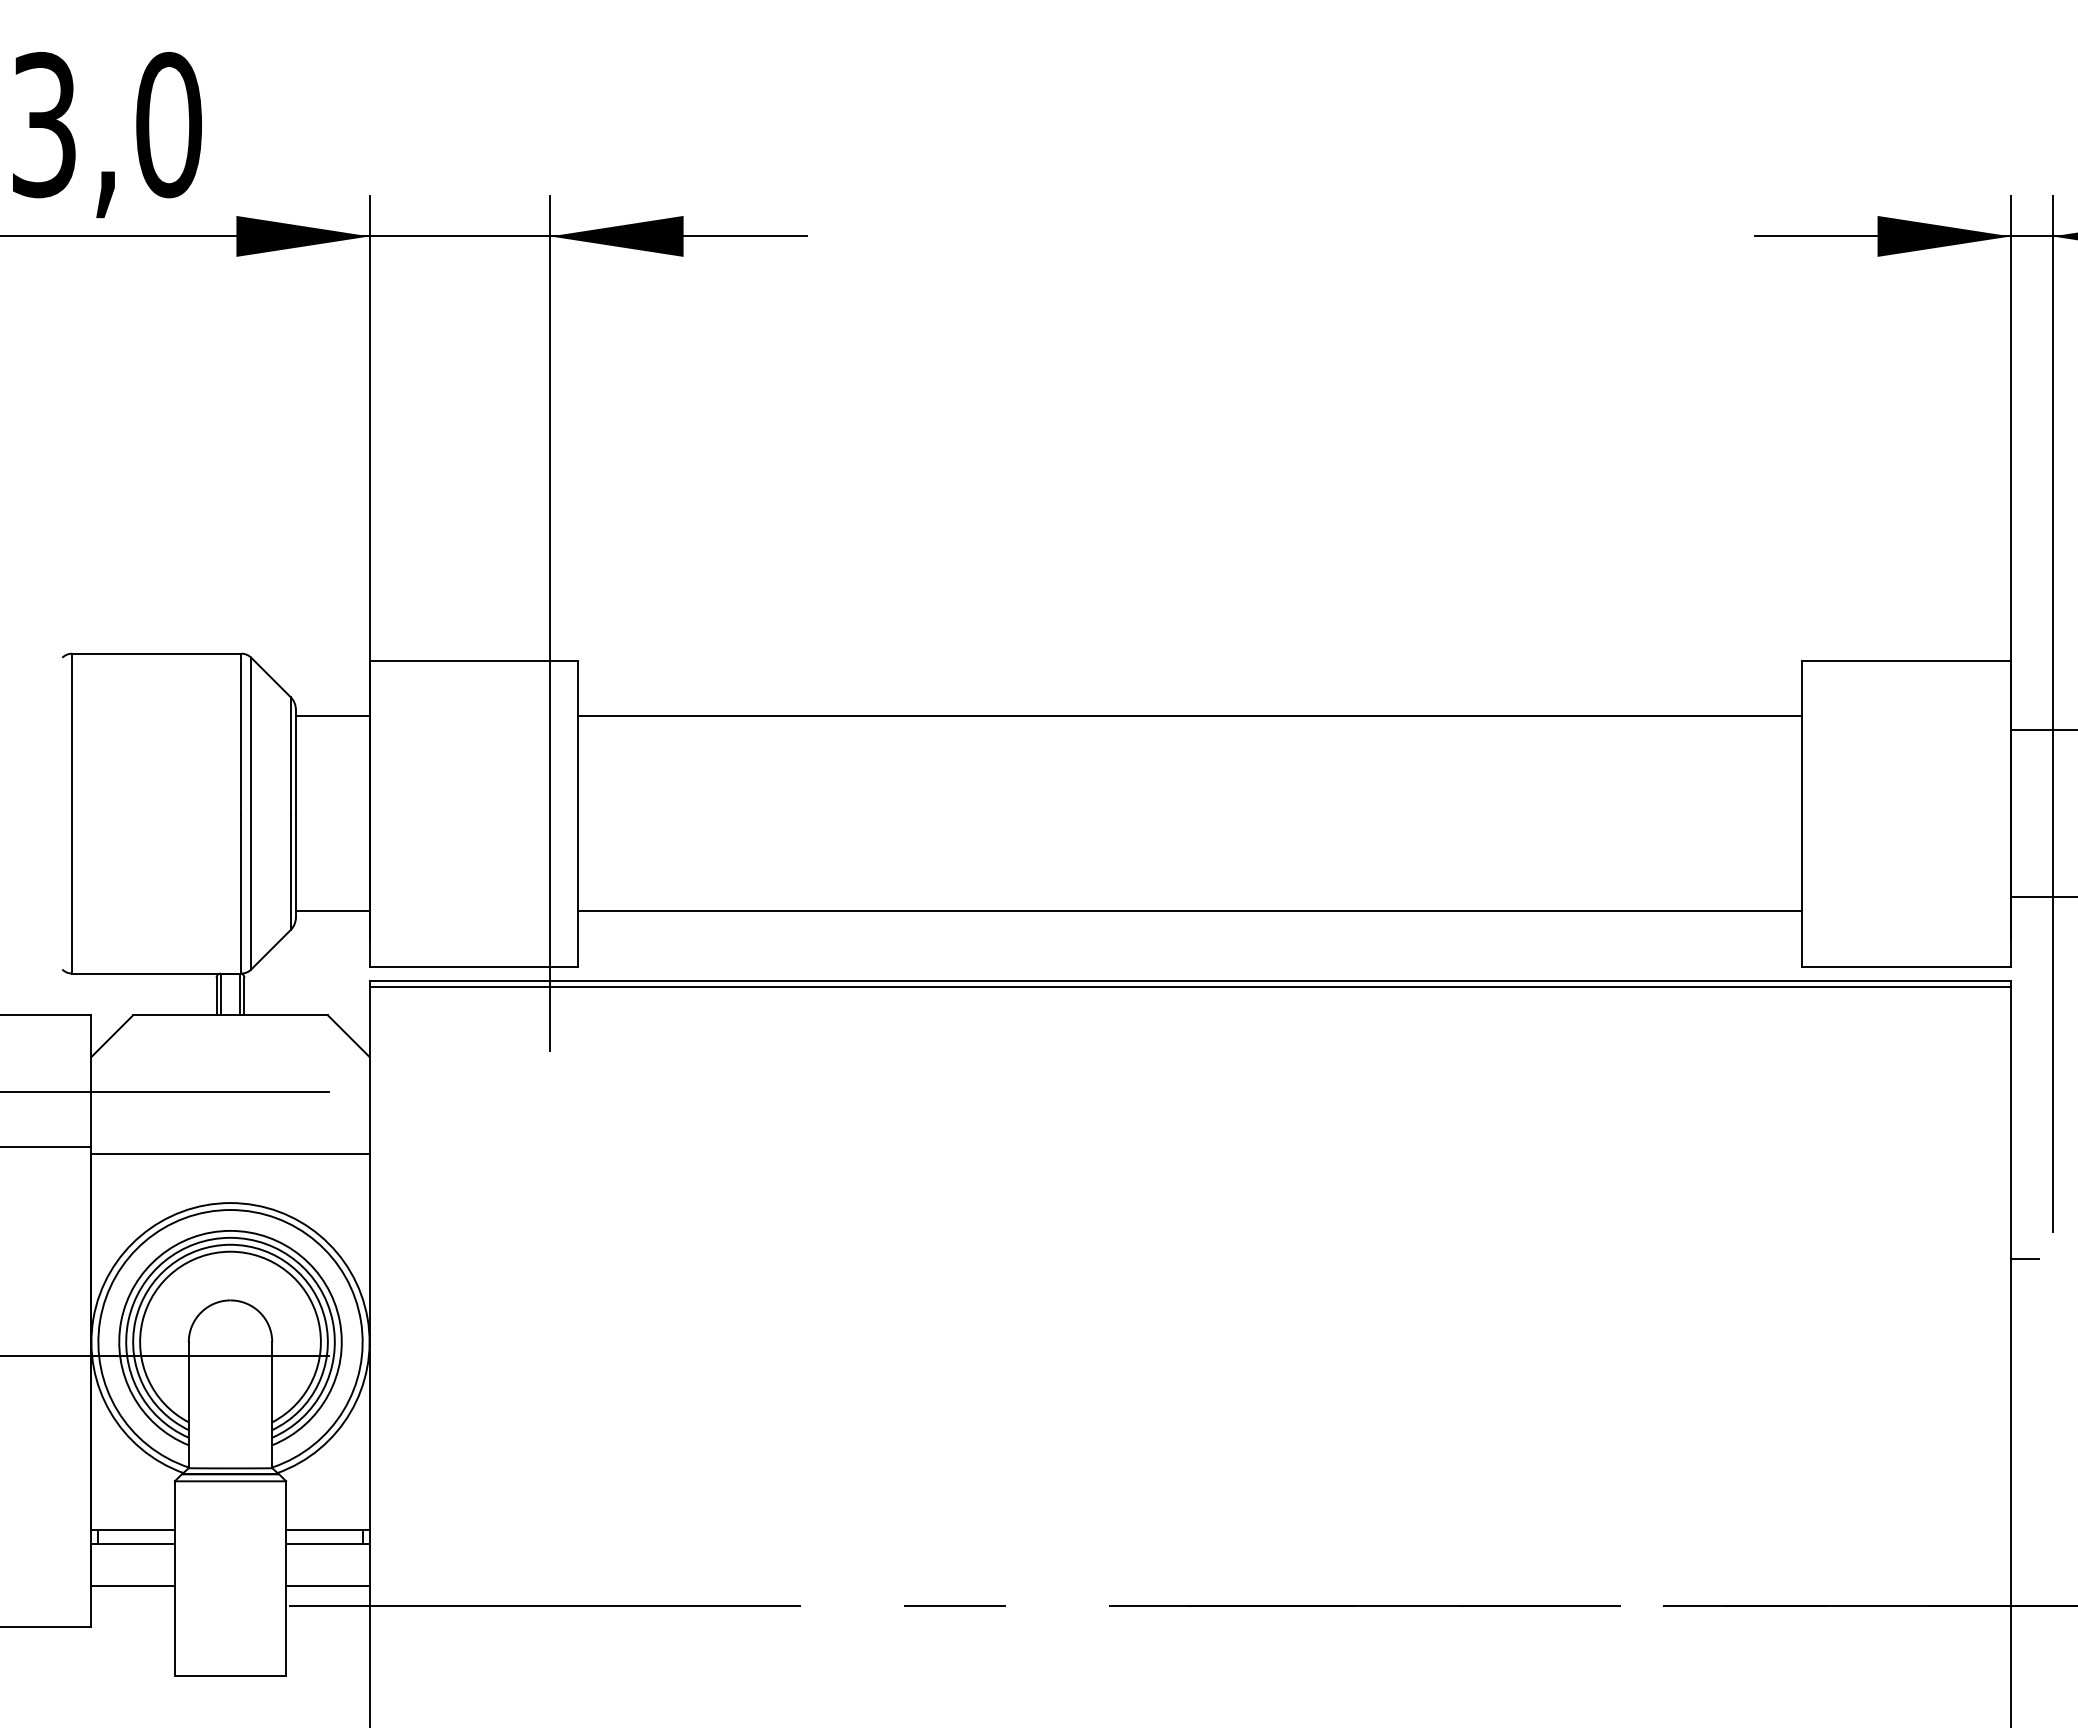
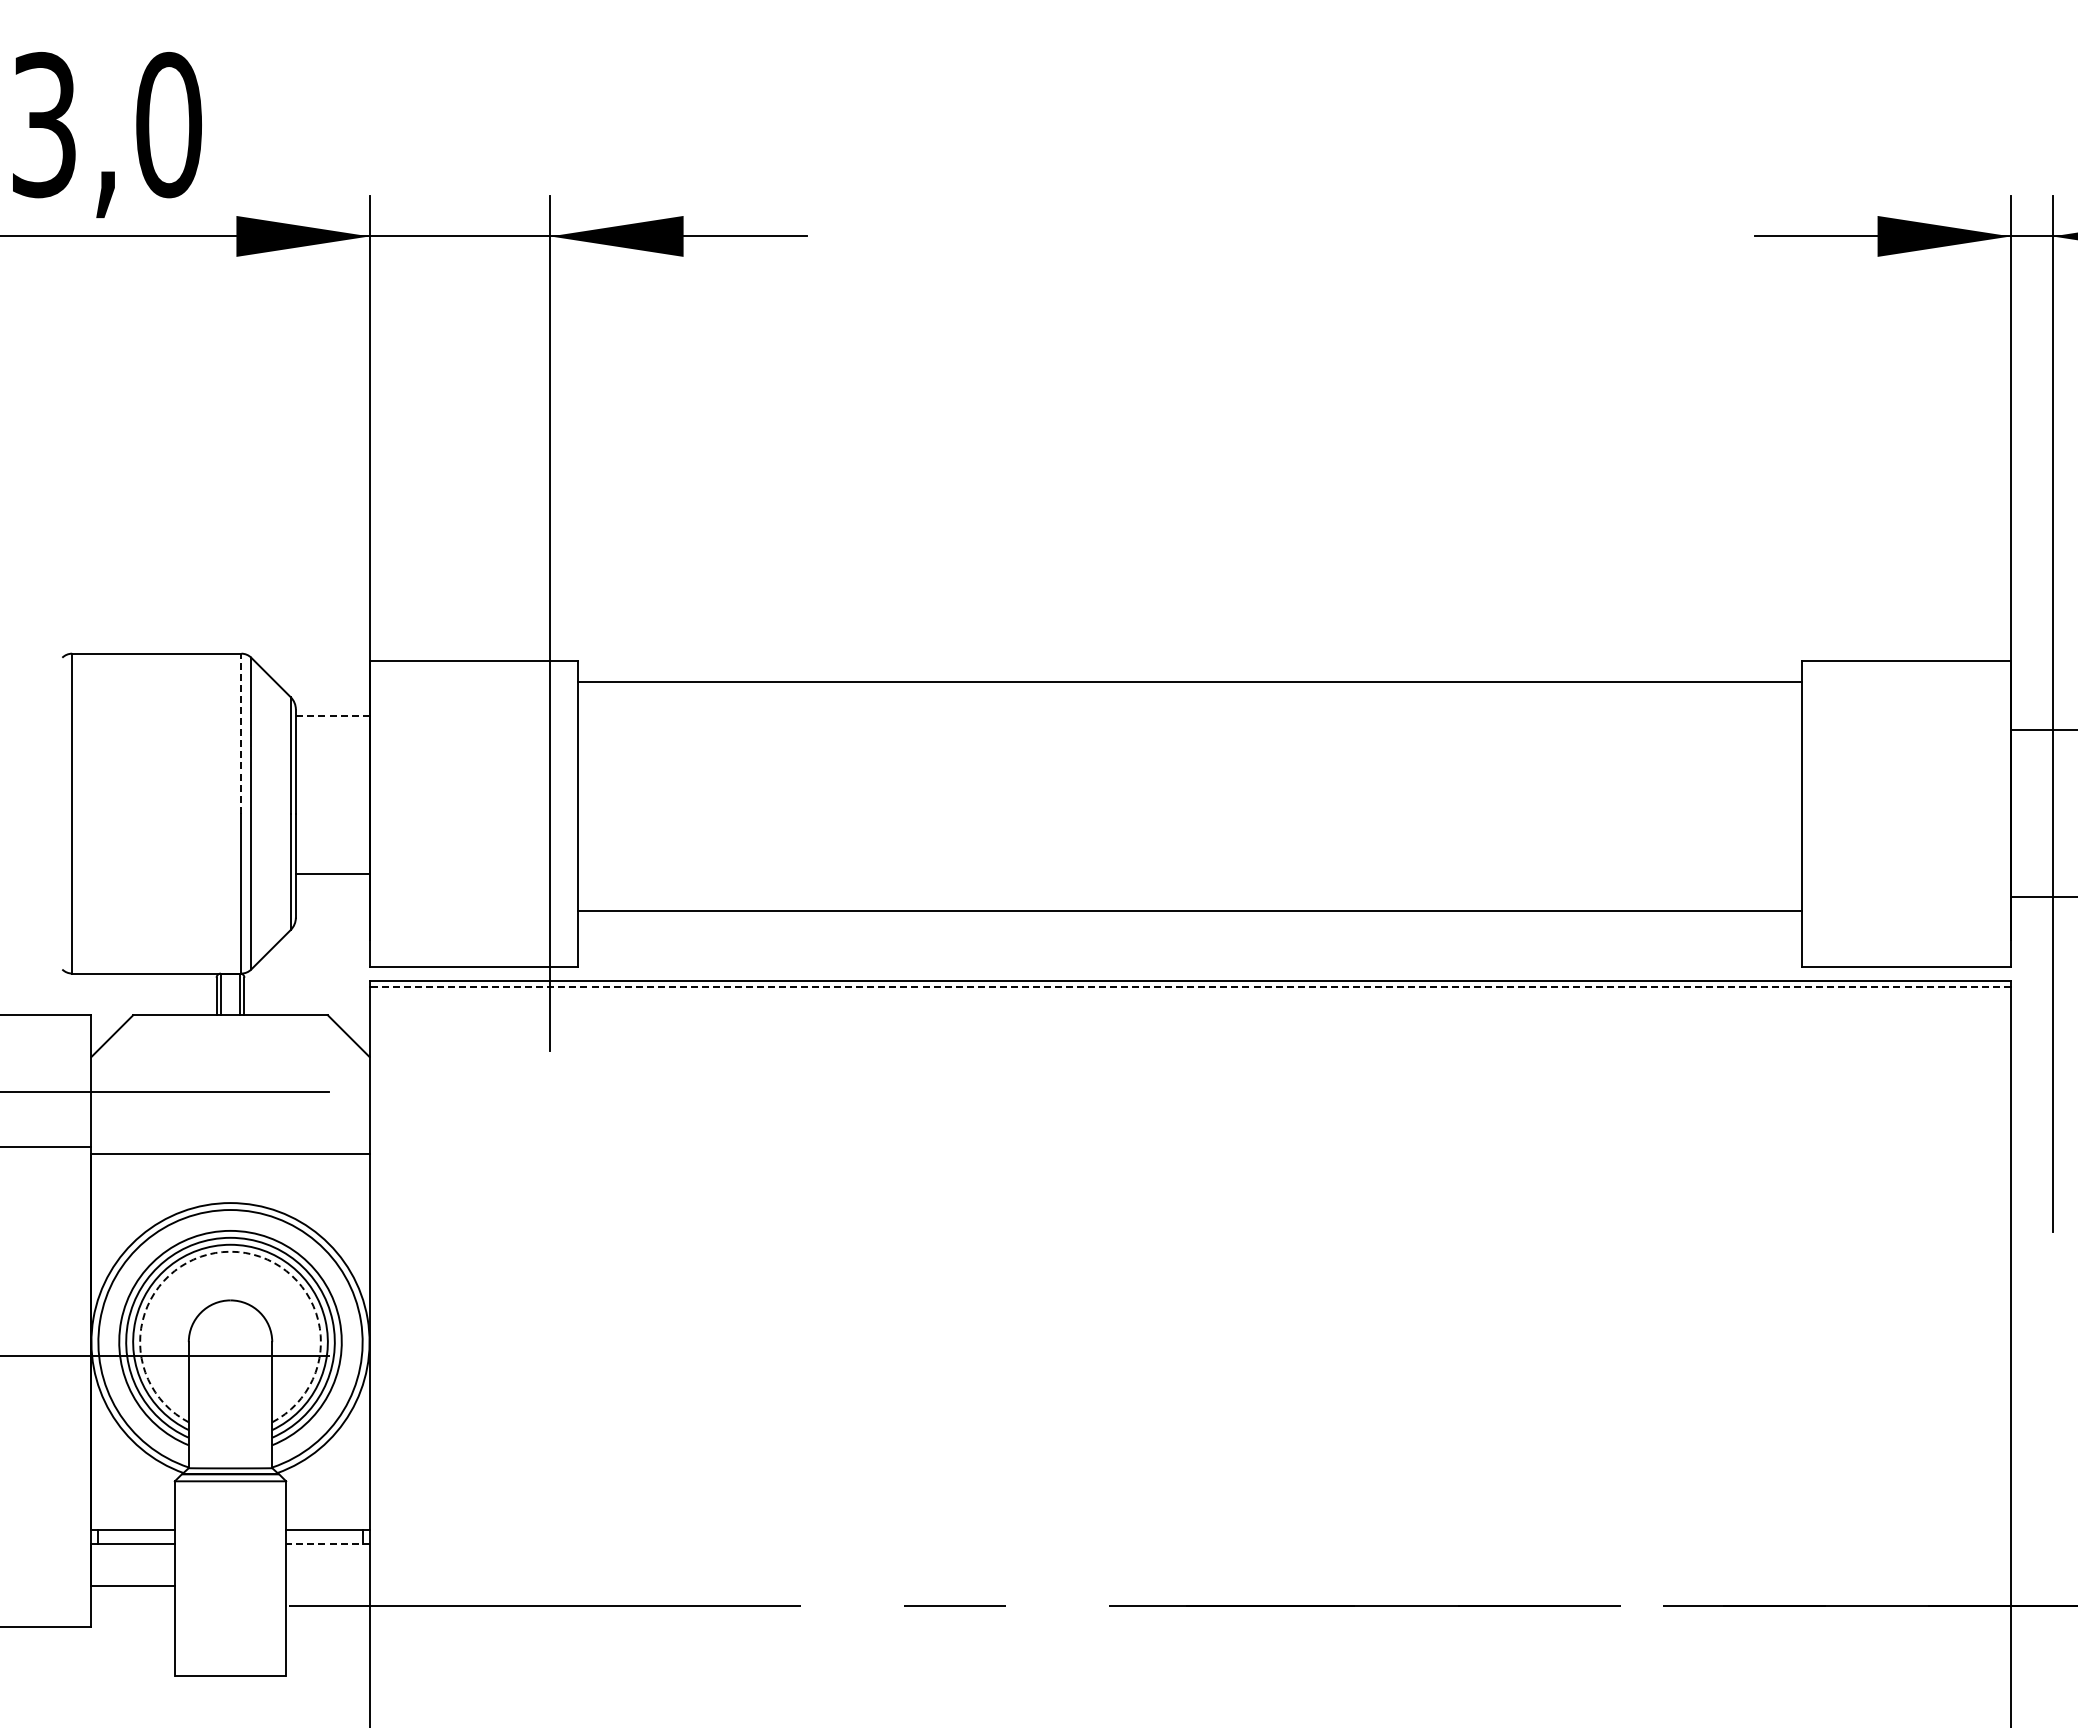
line at (332, 716): solid -> dashed
line at (1190, 716) position: (1190, 716) -> (1190, 682)
line at (241, 733): solid -> dashed
line at (332, 910) position: (332, 910) -> (332, 873)
line at (1190, 987): solid -> dashed
arc at (230, 1251): solid -> dashed
line at (2024, 1258): present -> none
line at (327, 1543): solid -> dashed
line at (327, 1585): present -> none
